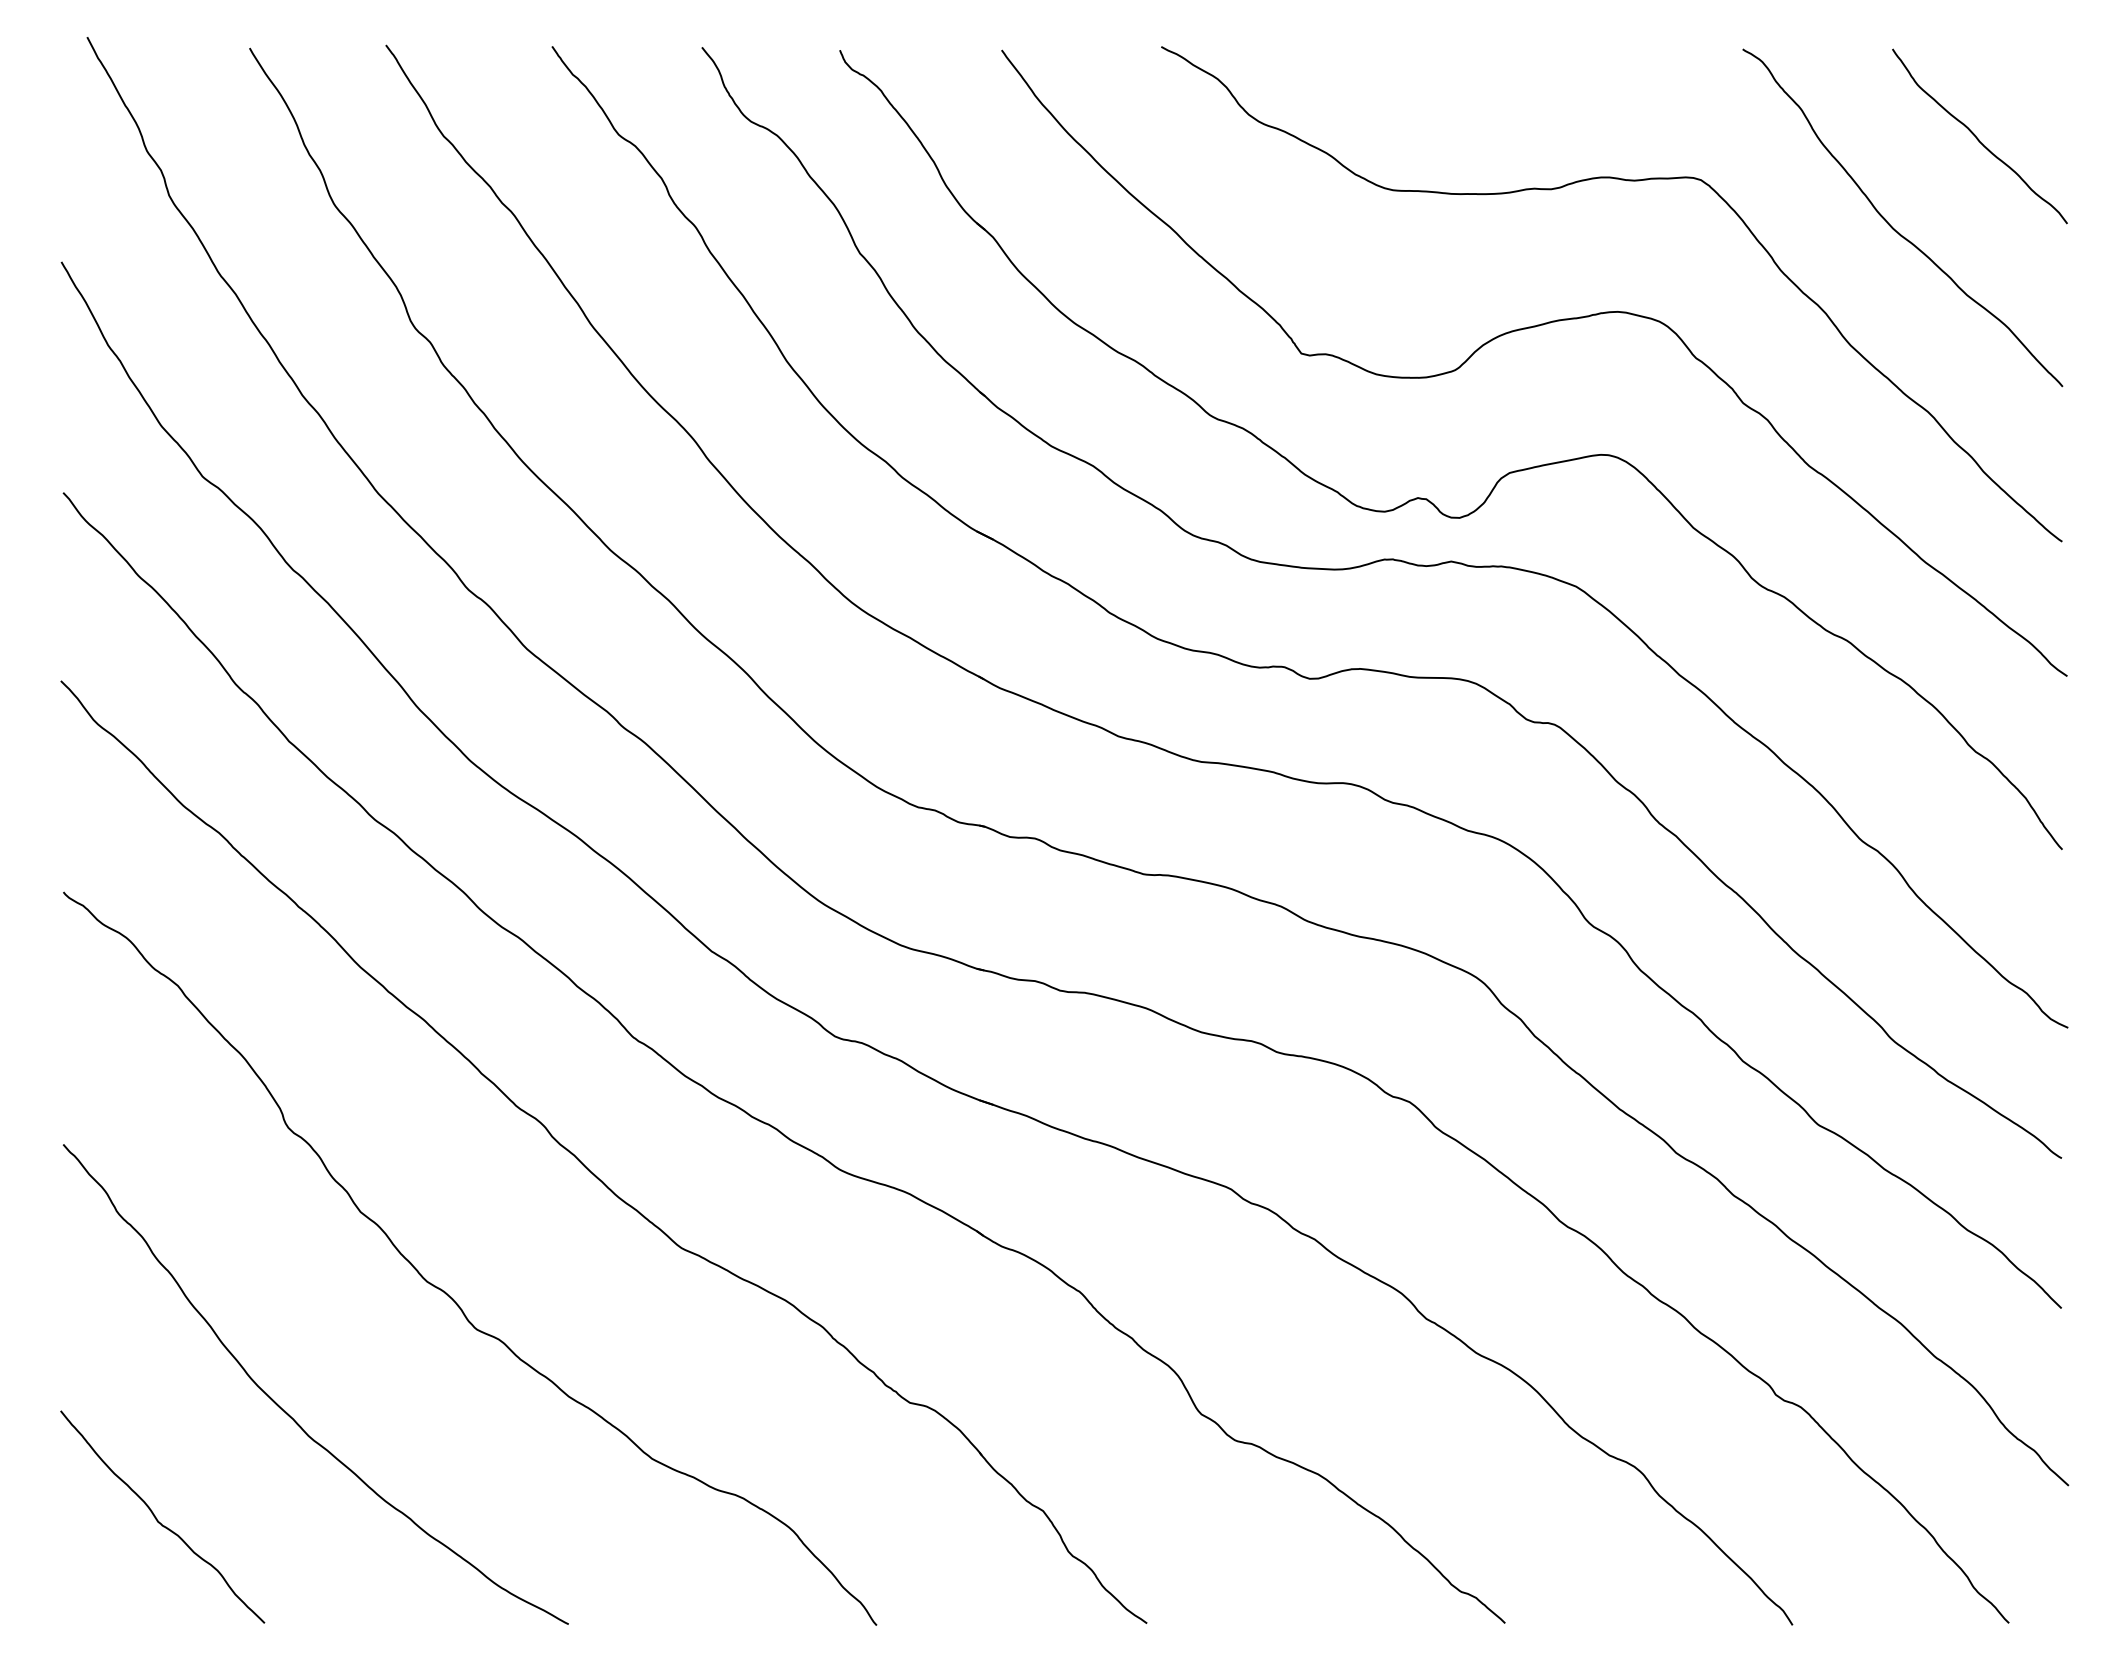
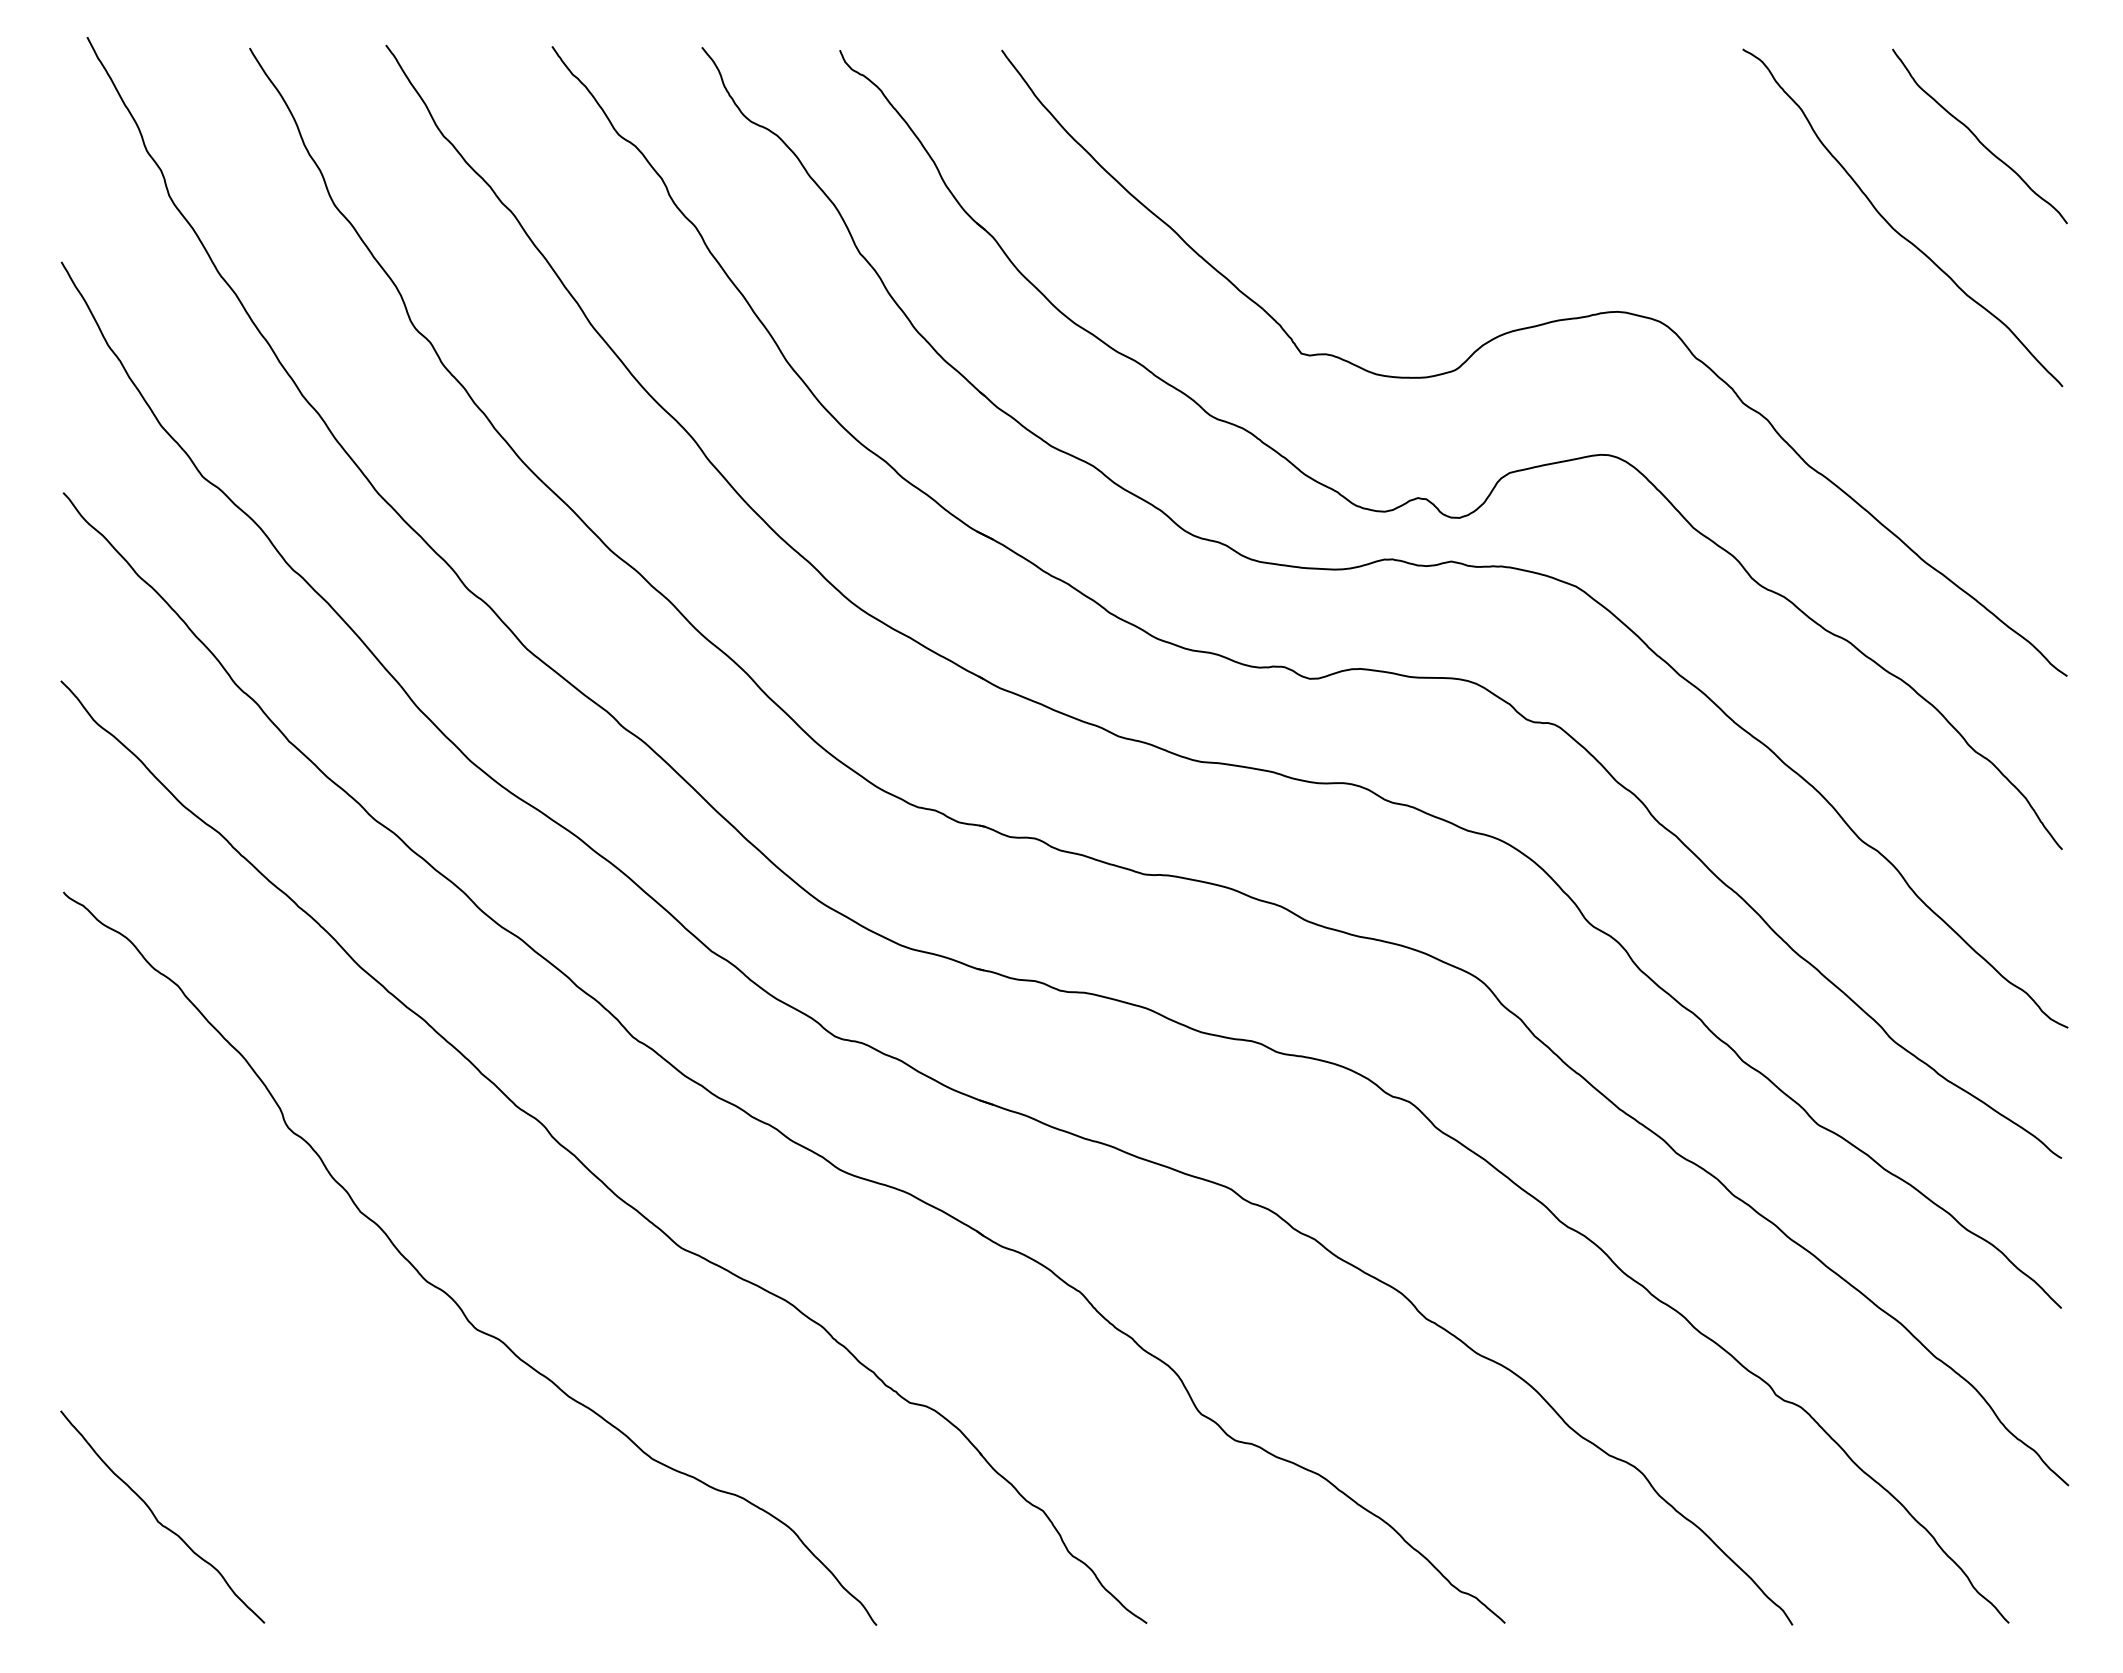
curve at (1628, 181): present -> none
curve at (287, 1412): present -> none
